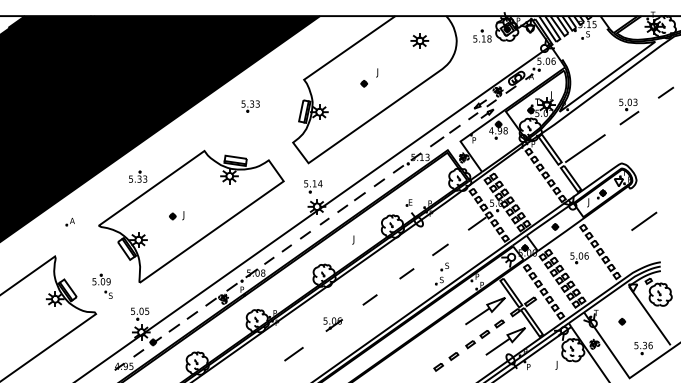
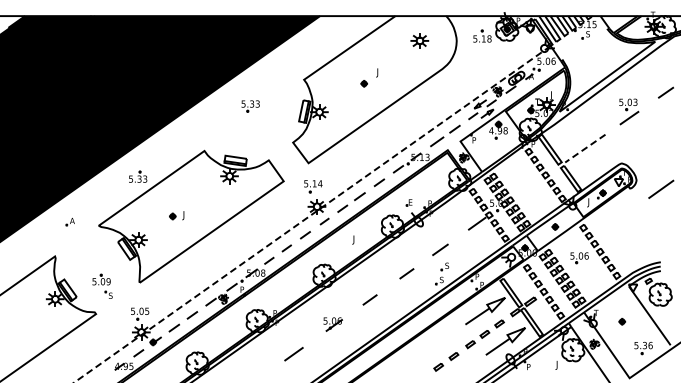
line at (584, 148): solid -> dashed
line at (312, 214): solid -> dashed
line at (644, 220) position: (644, 220) -> (661, 188)
